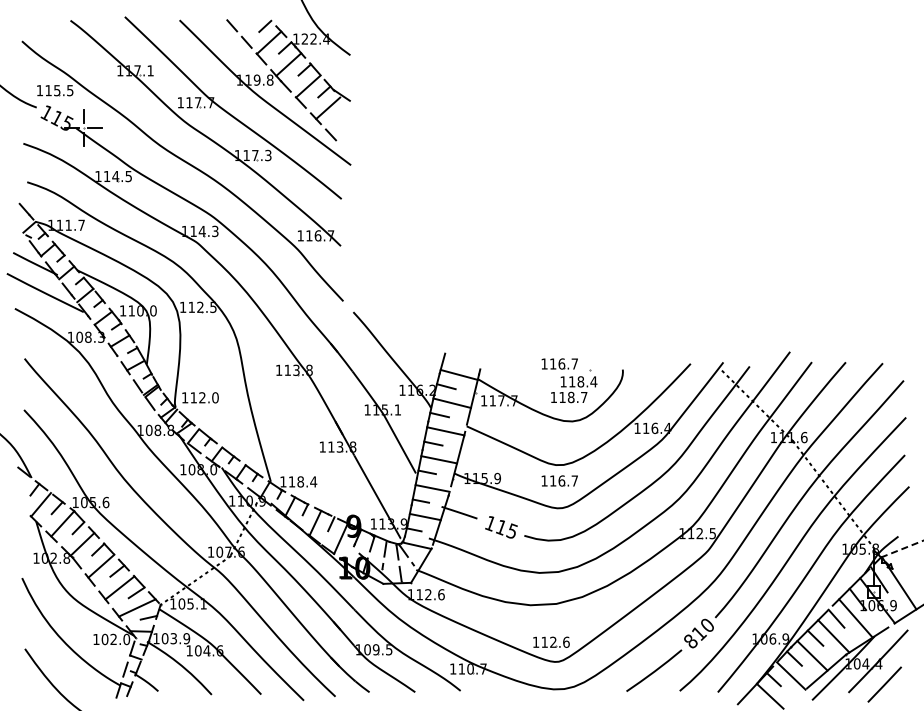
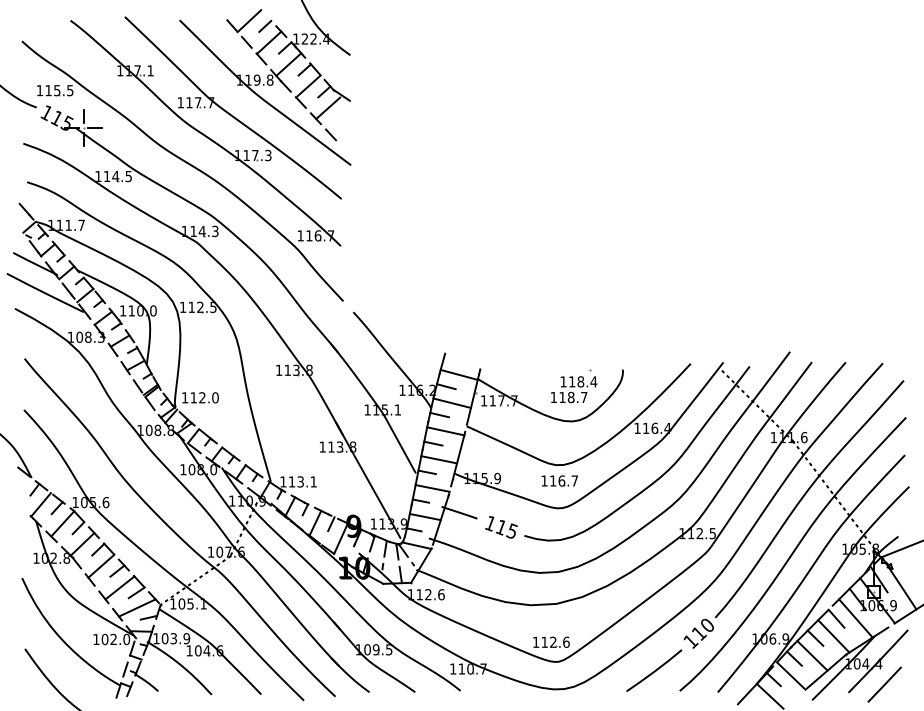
line at (249, 21): none -> present
part at (559, 363): present -> none
text at (307, 481): 118.4 -> 113.1
line at (902, 549): dashed -> solid
text at (690, 641): 810 -> 110
